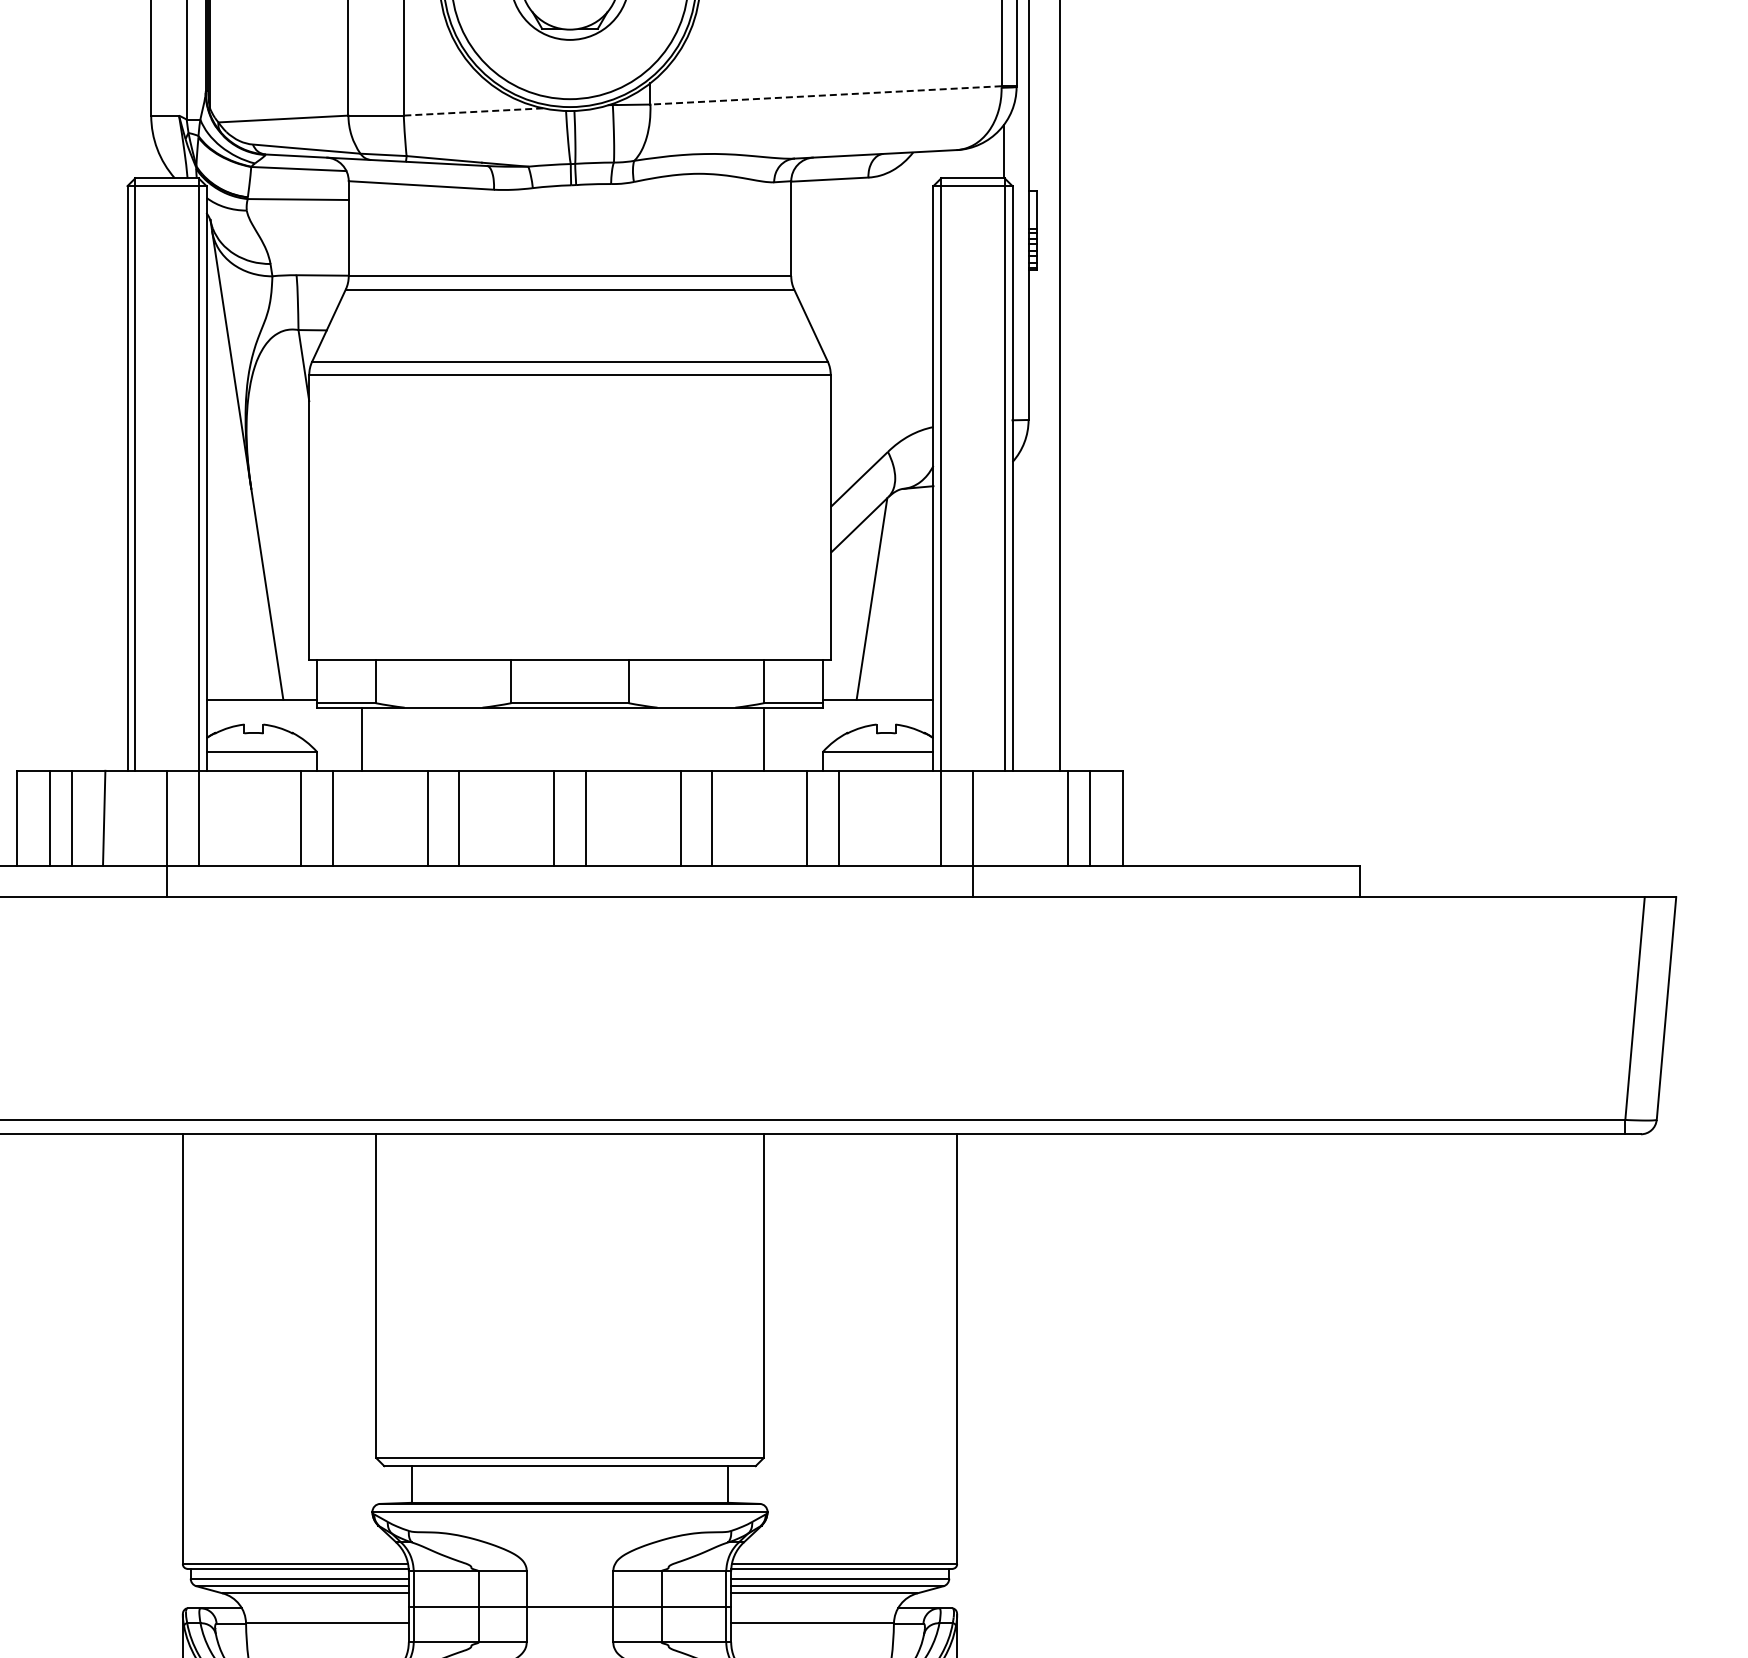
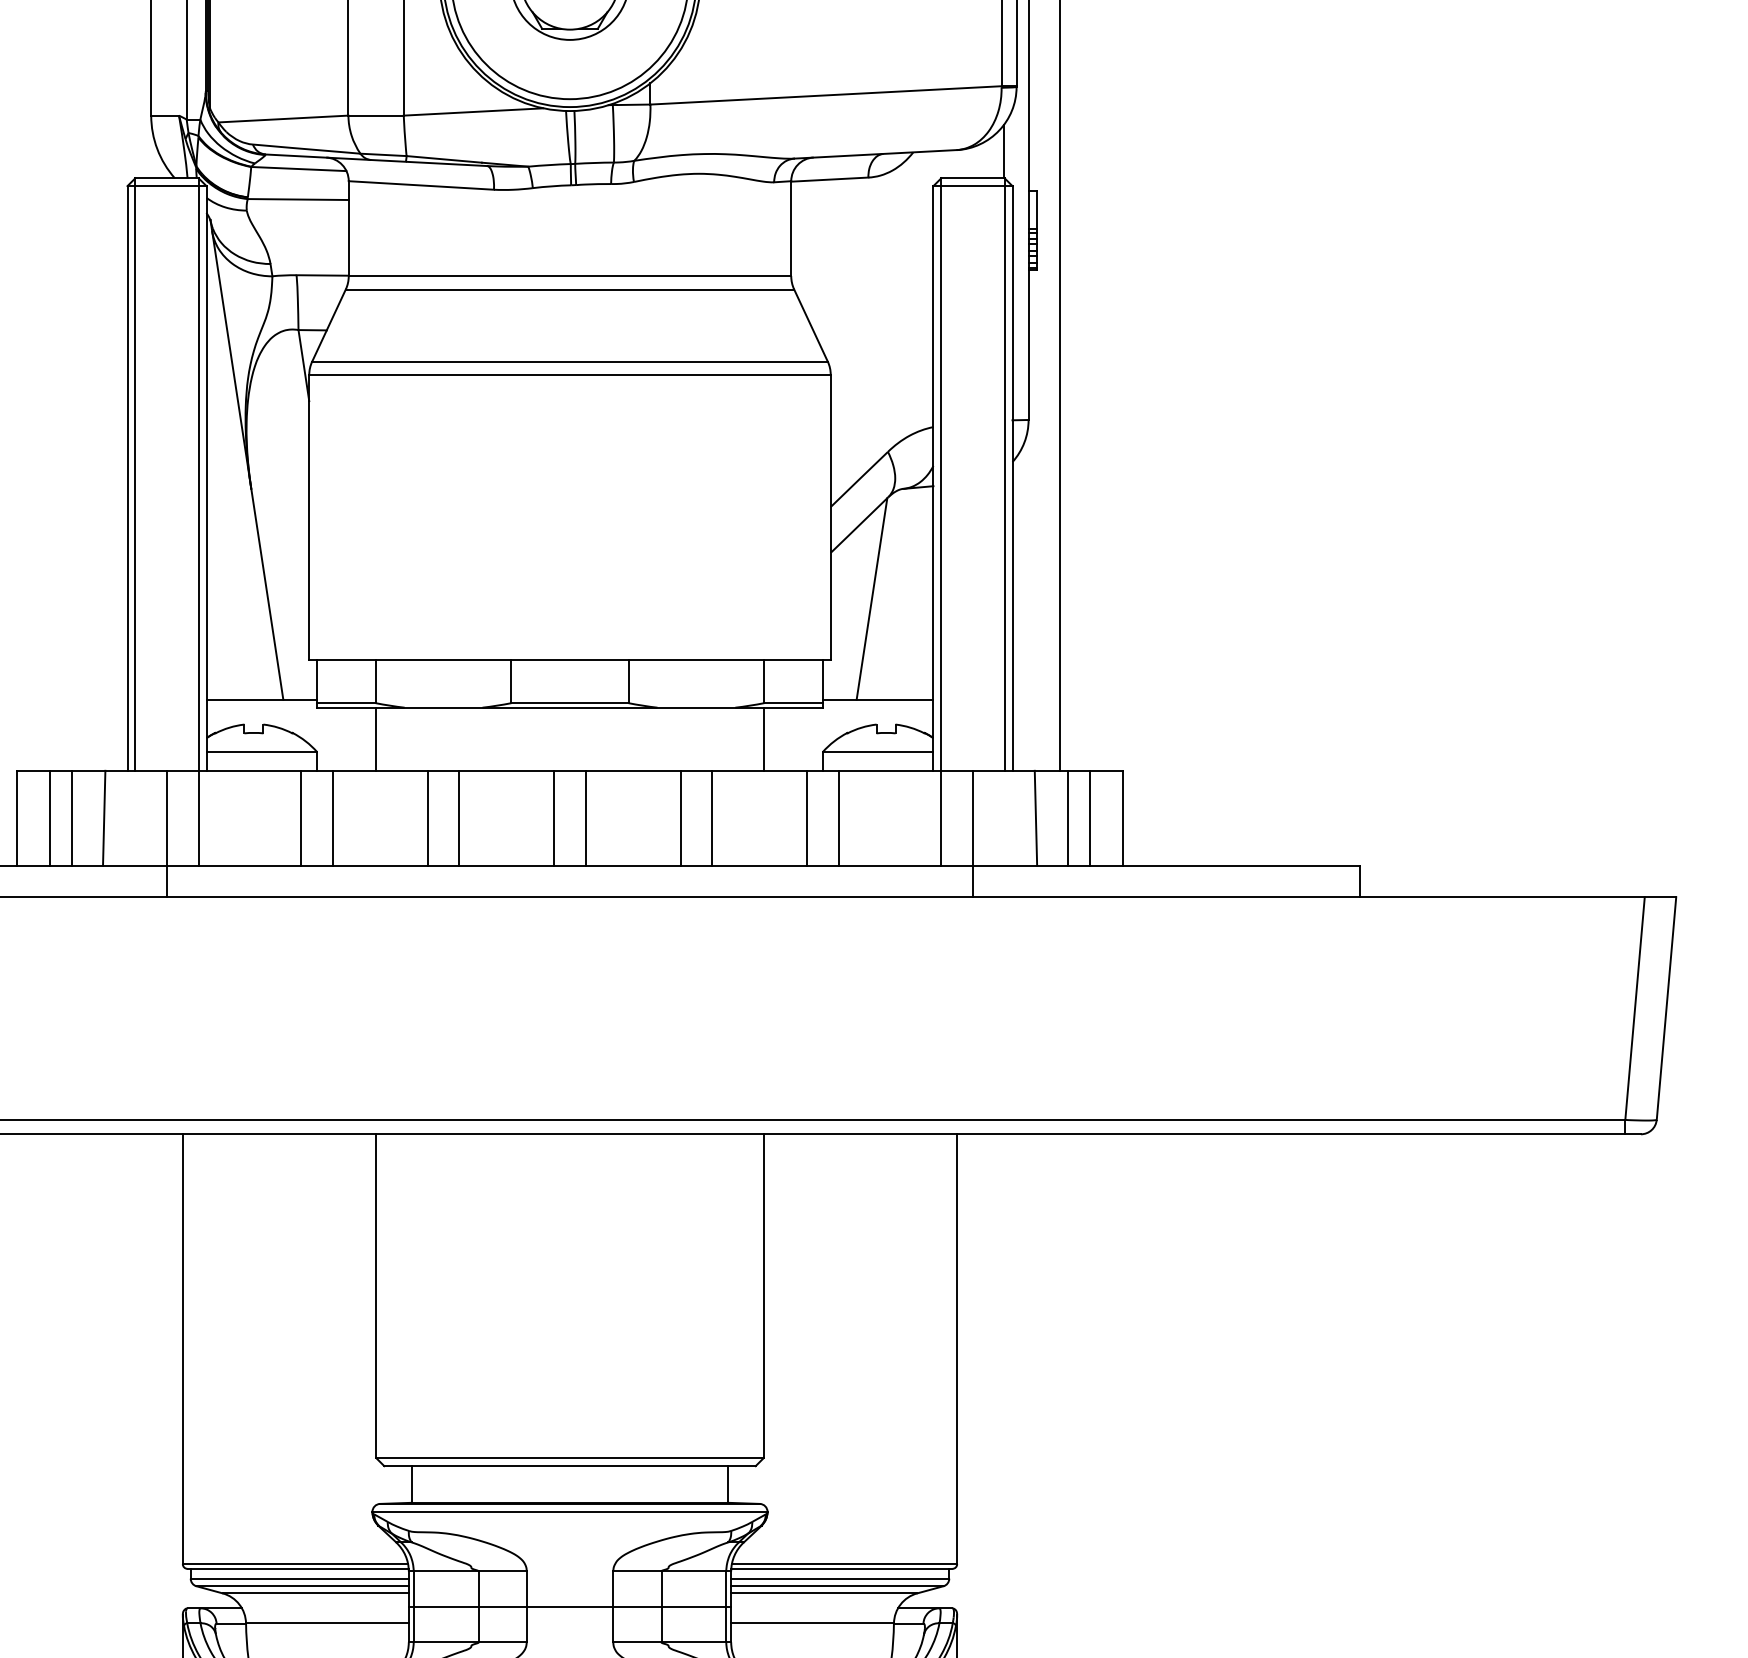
line at (826, 95): dashed -> solid
line at (473, 111): dashed -> solid
line at (362, 738) position: (362, 738) -> (376, 738)
line at (1035, 817): none -> present
